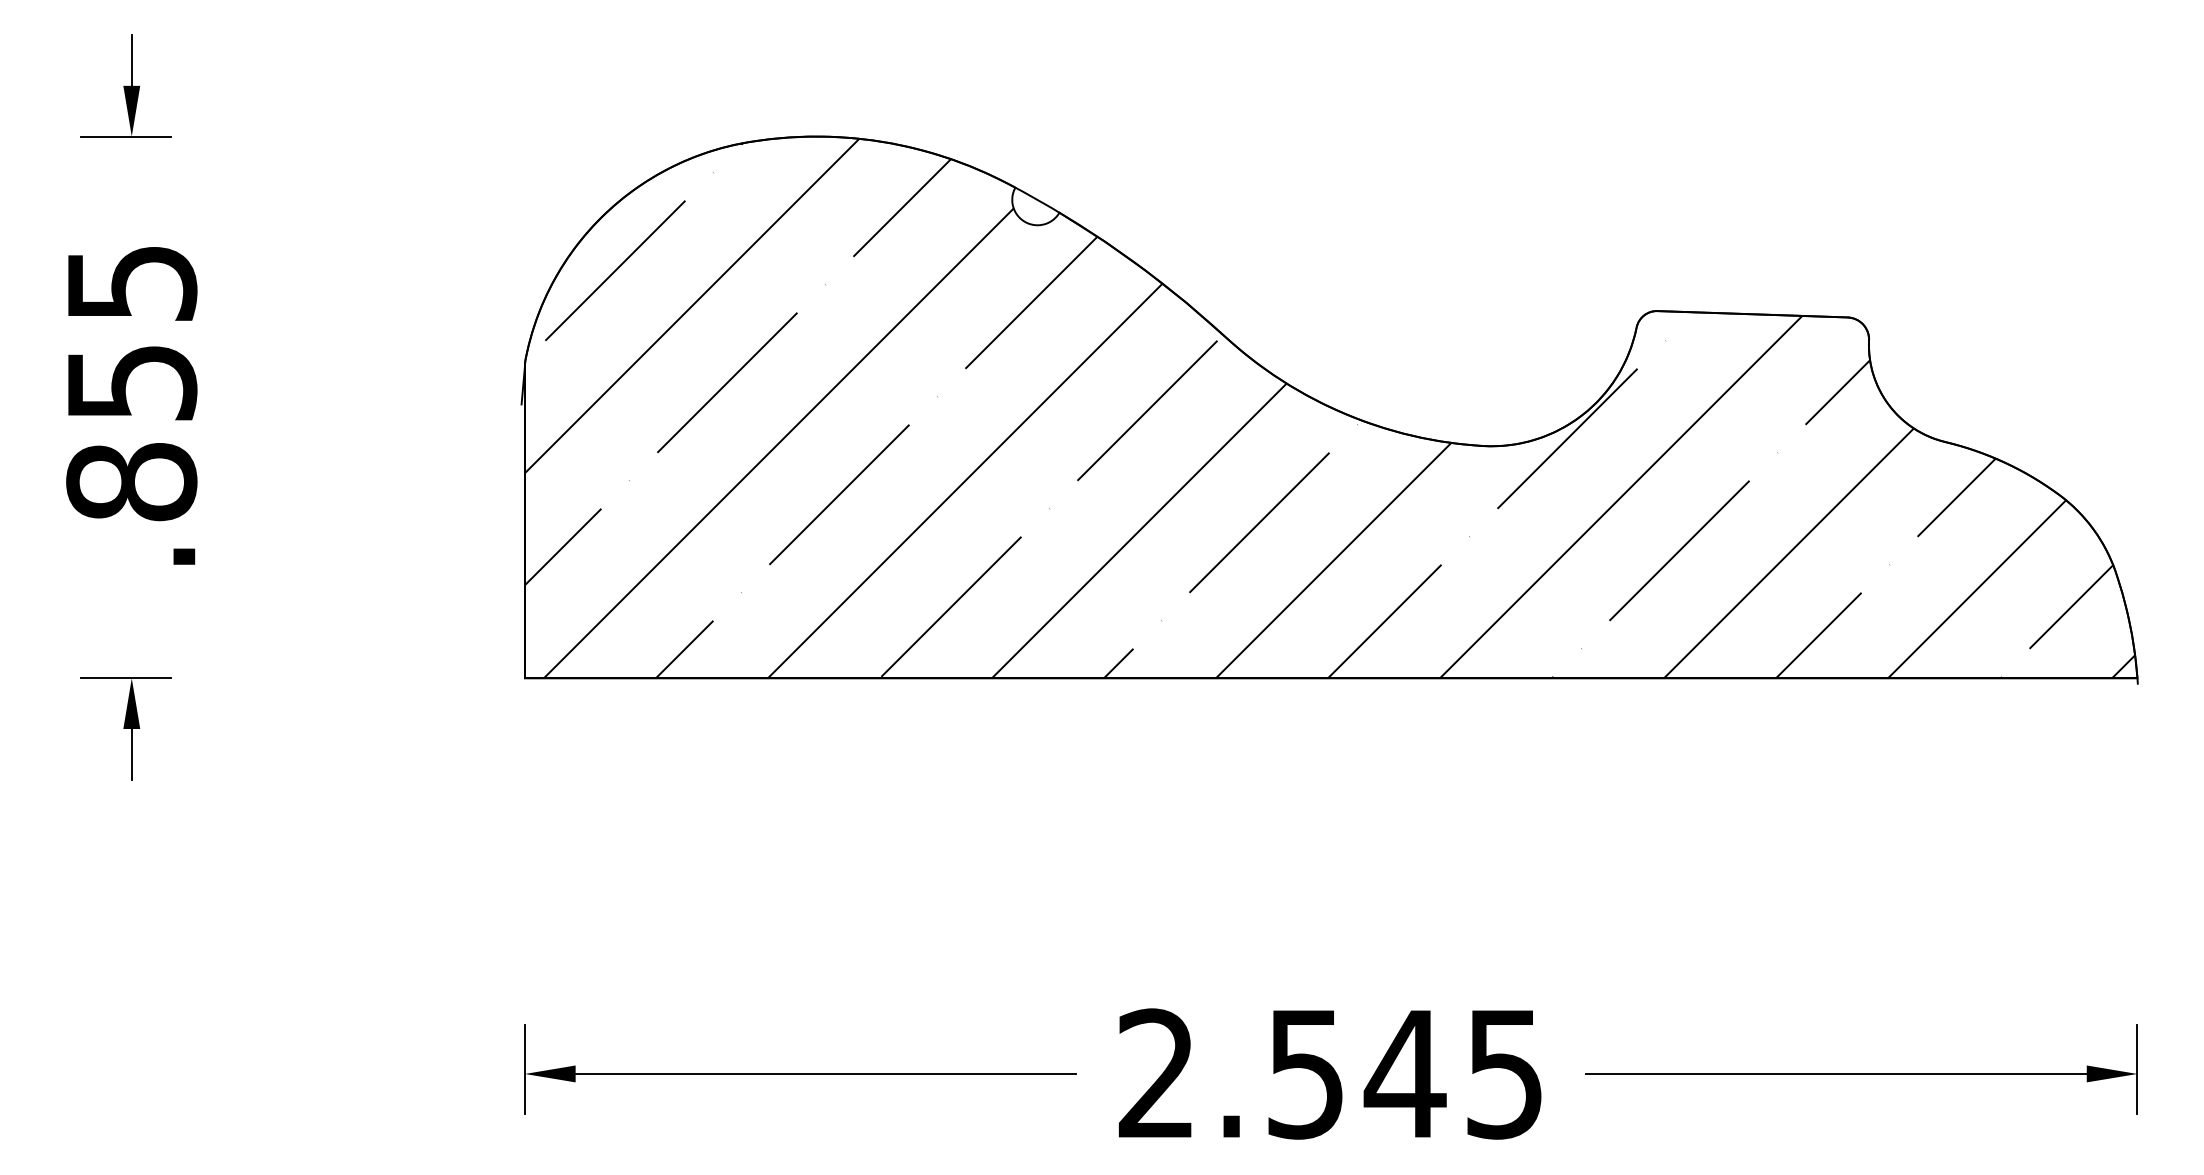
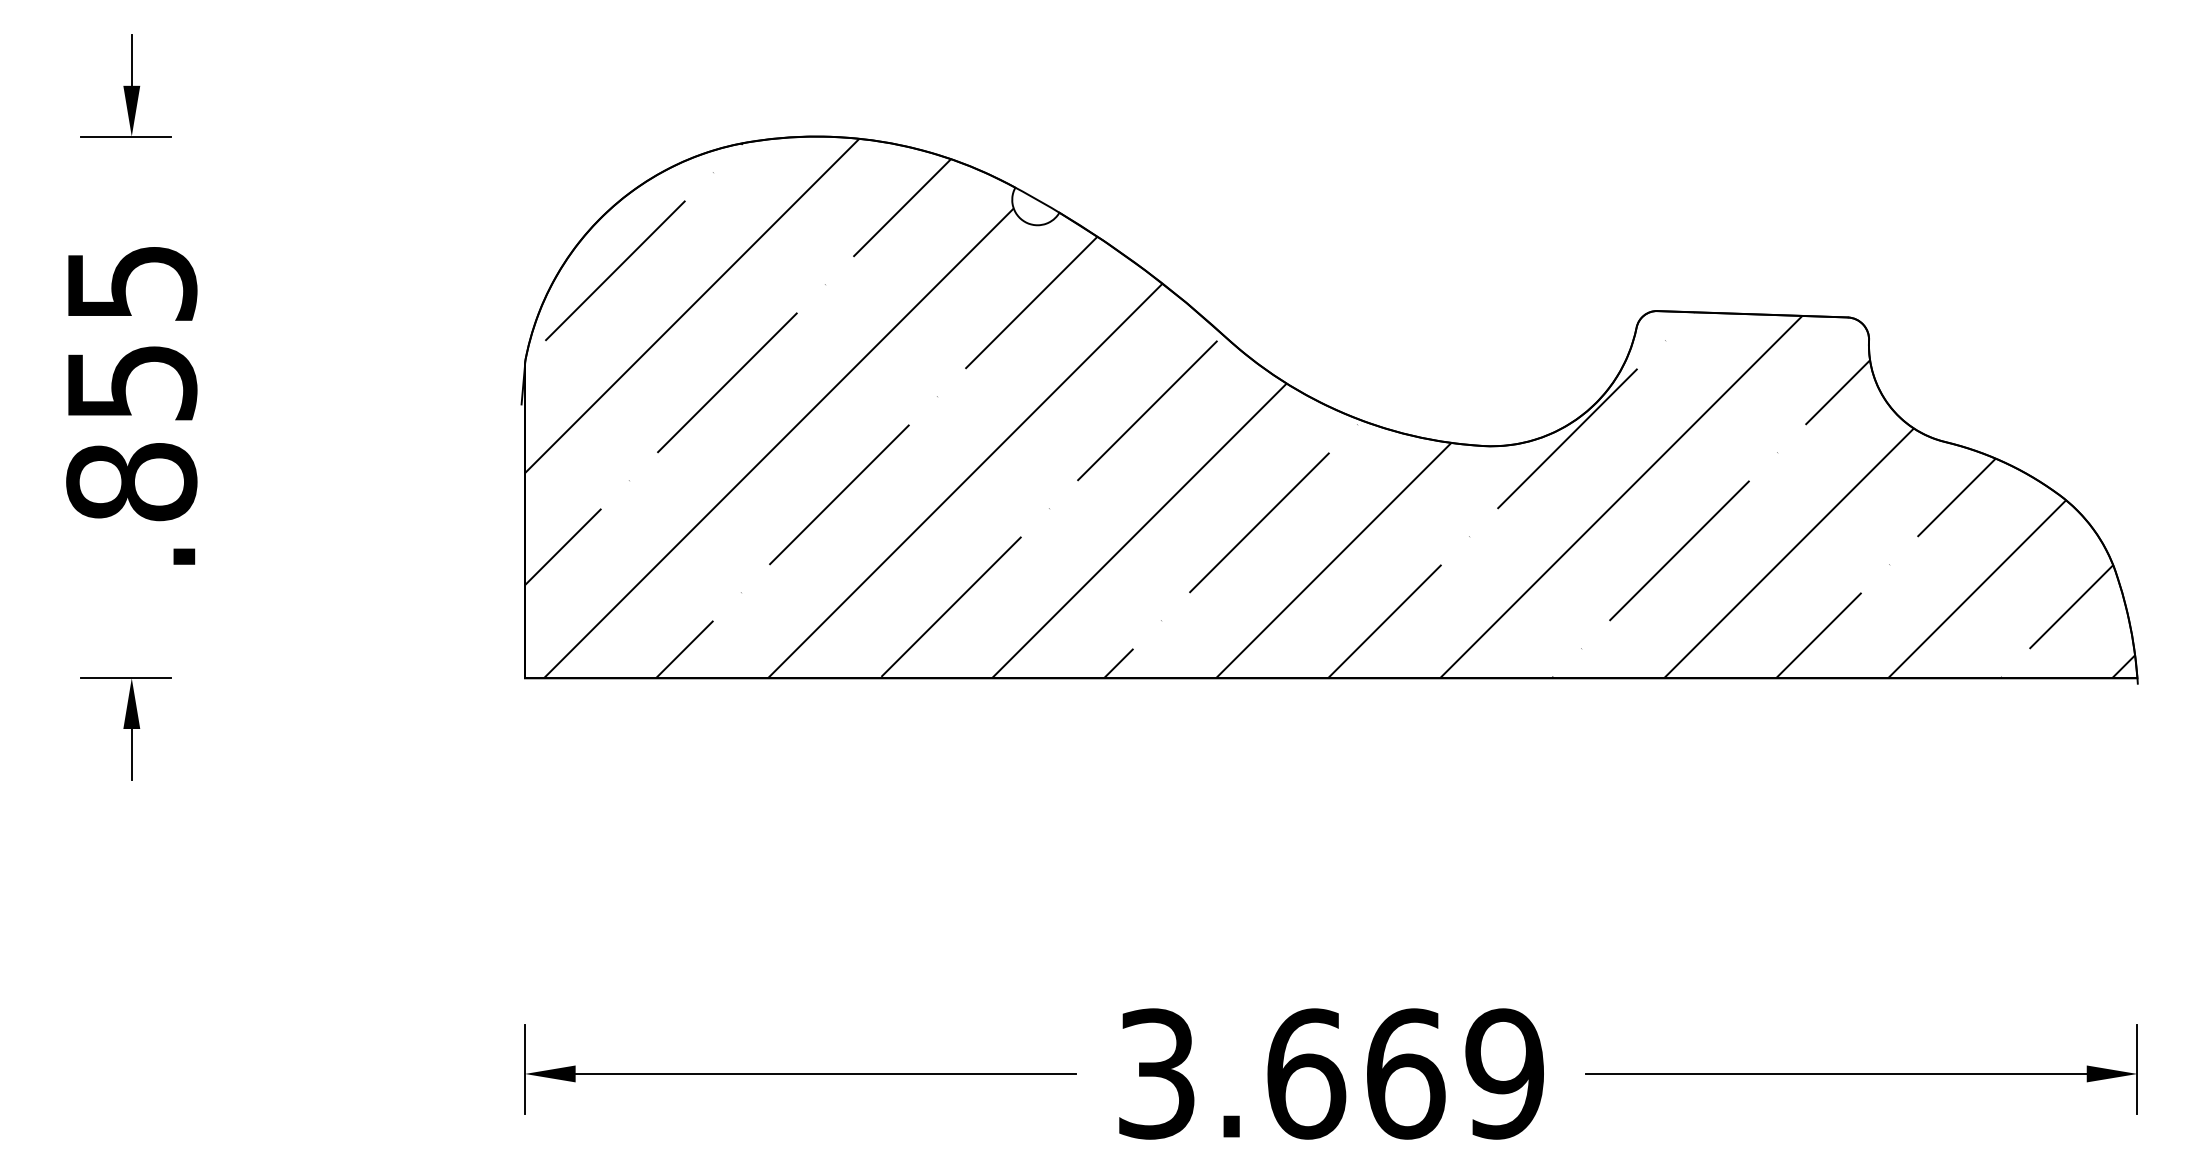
text at (1330, 1073): 2.545 -> 3.669
